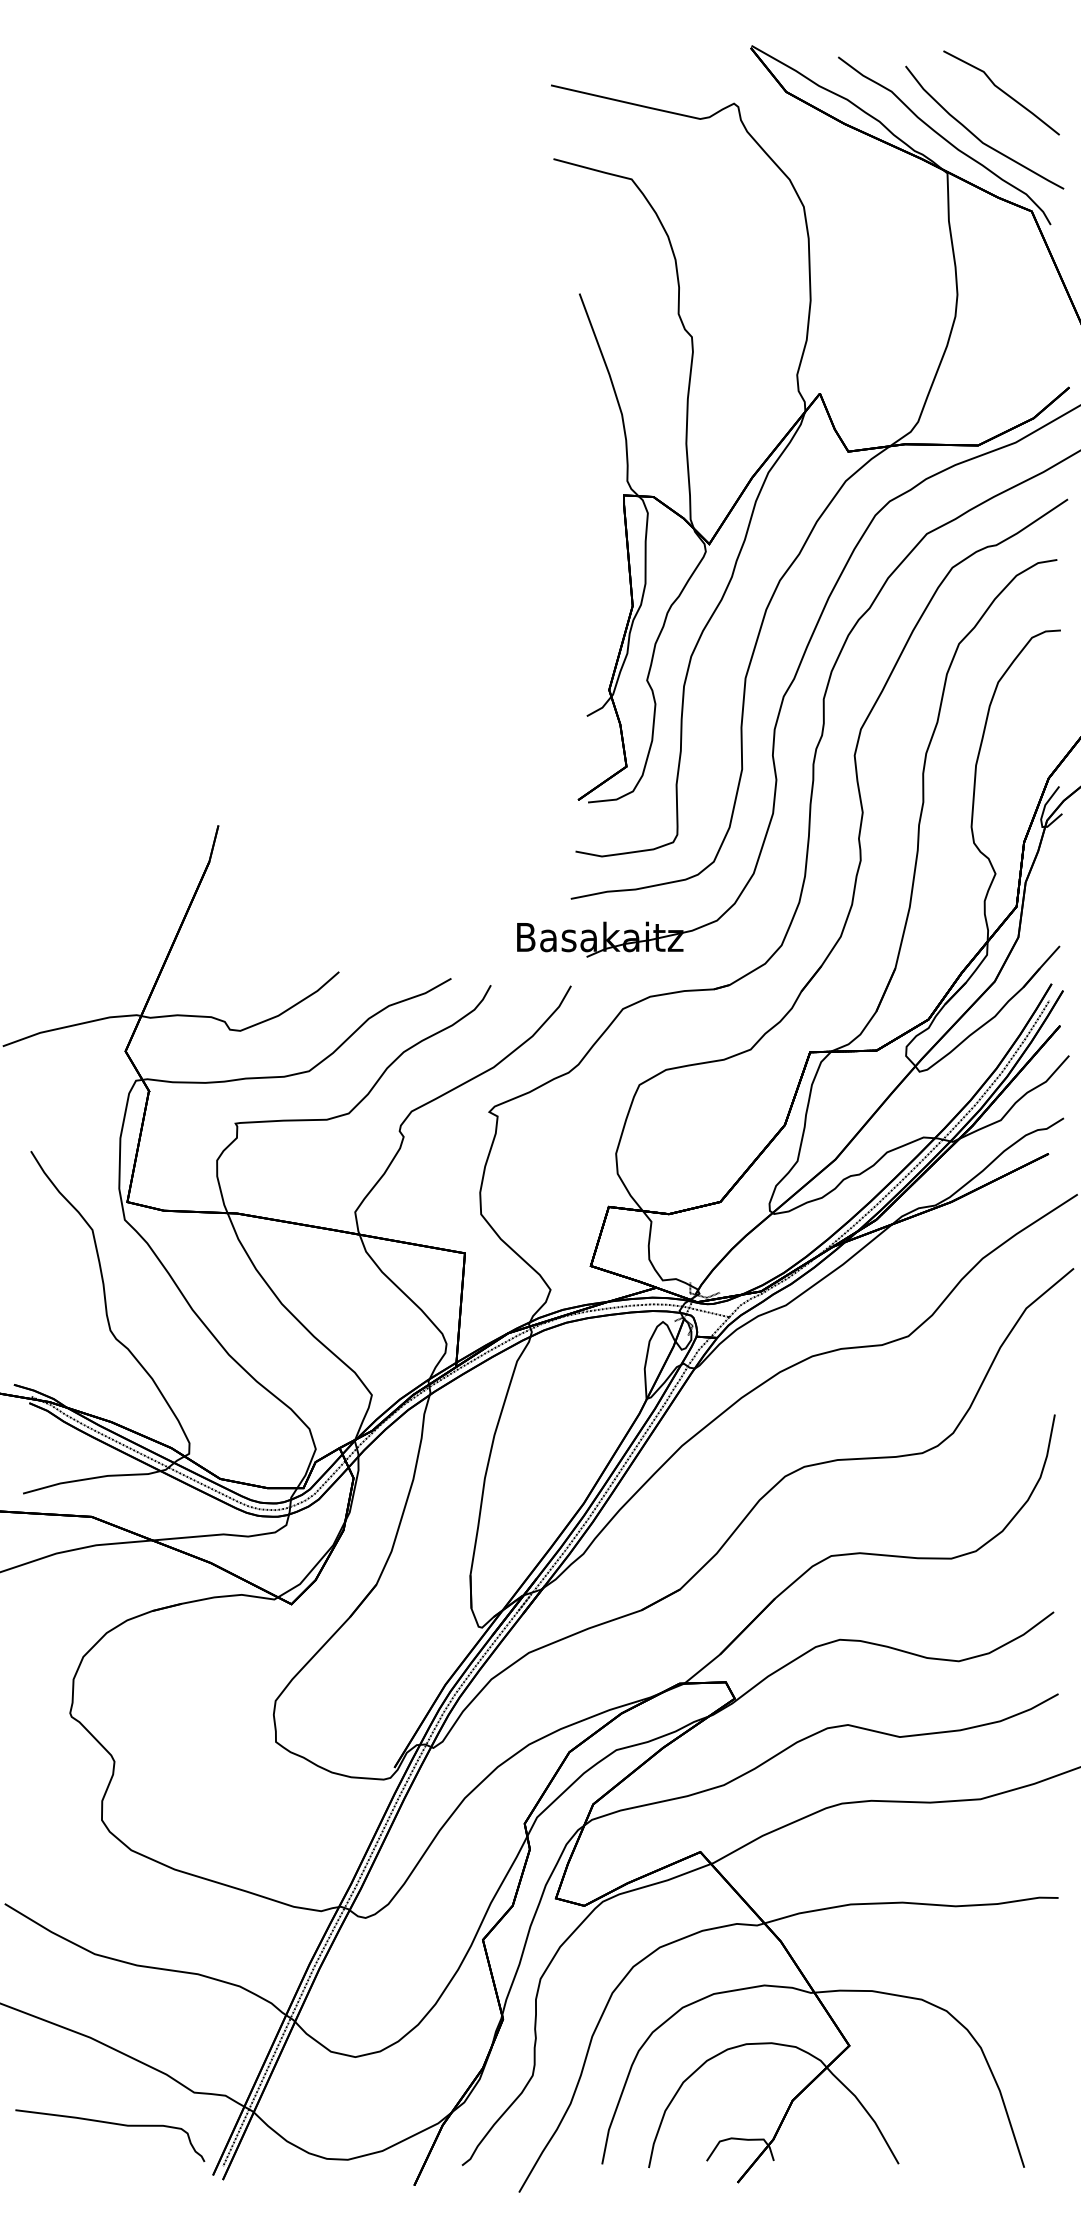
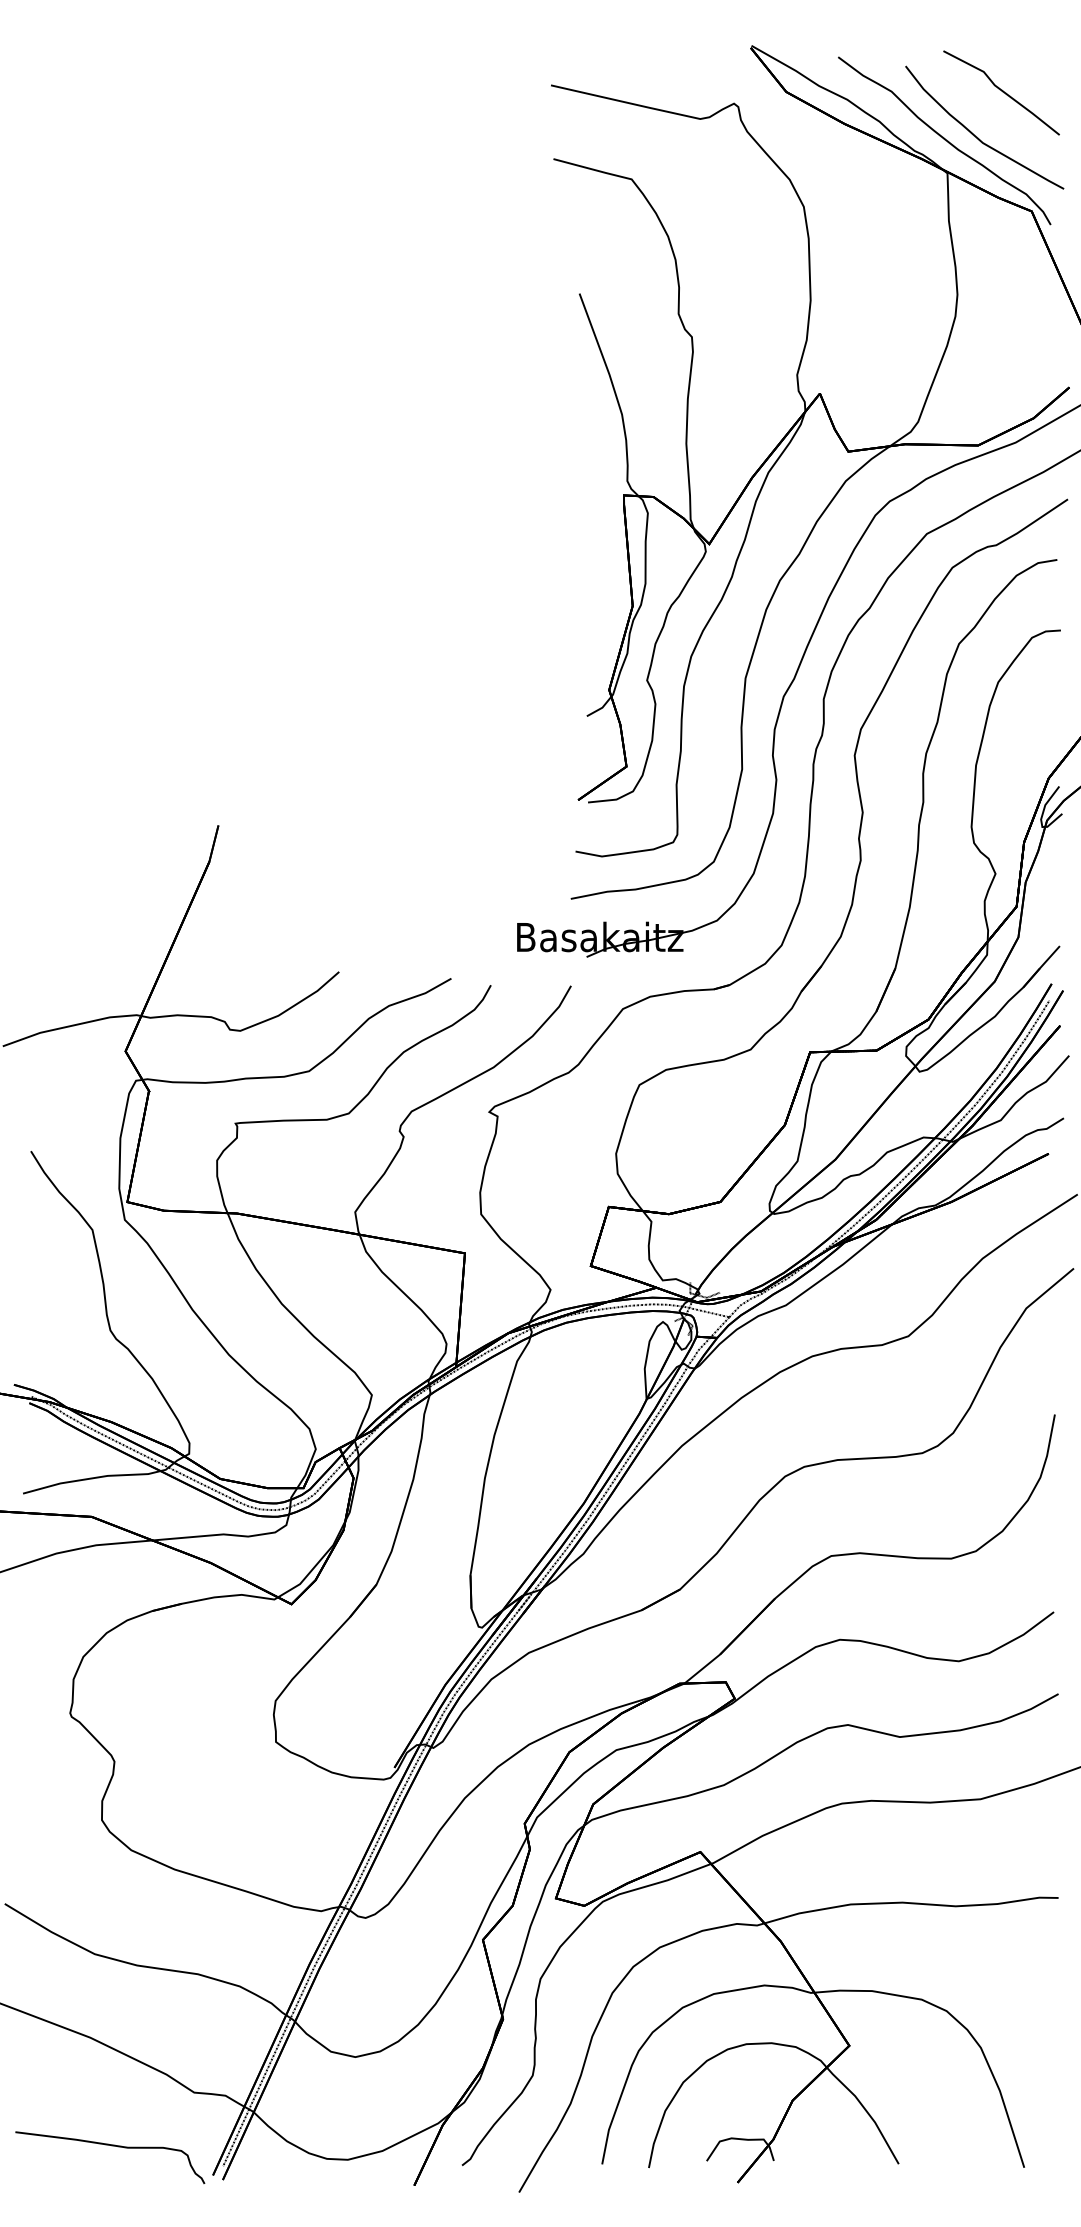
curve at (111, 2124) position: (111, 2124) -> (111, 2146)
